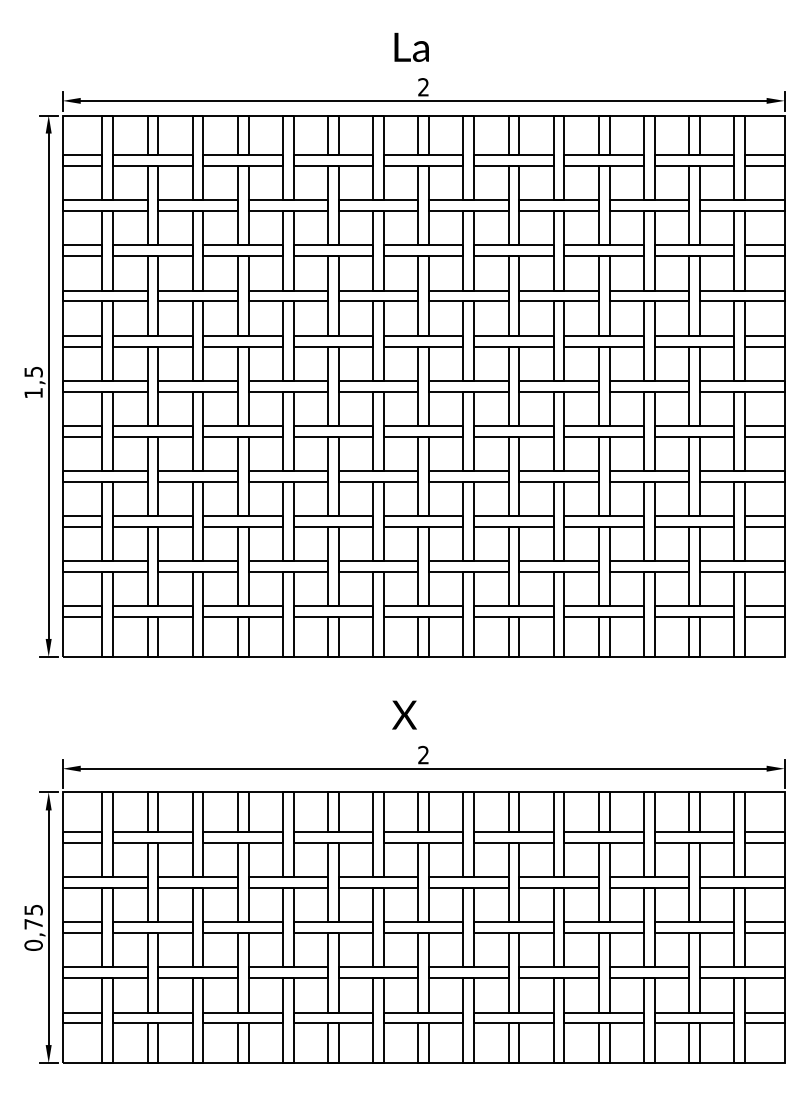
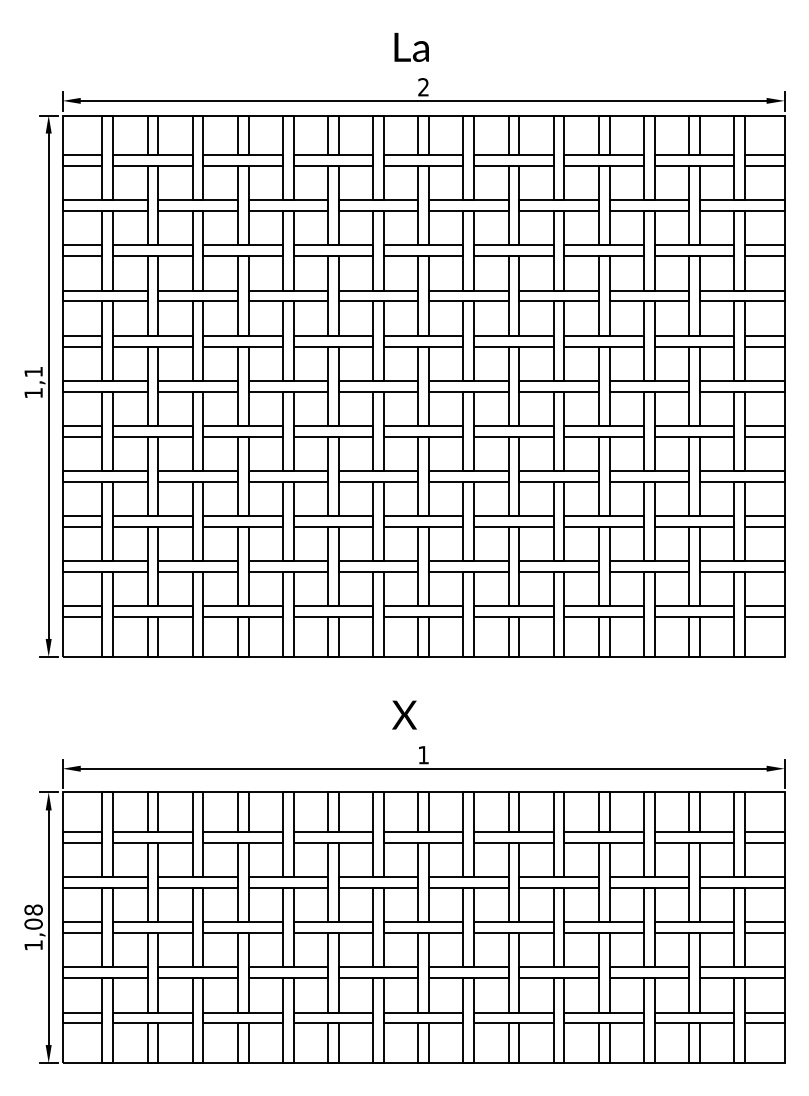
text at (33, 371): 1,5 -> 1,1
text at (423, 754): 2 -> 1
text at (33, 927): 0,75 -> 1,08
